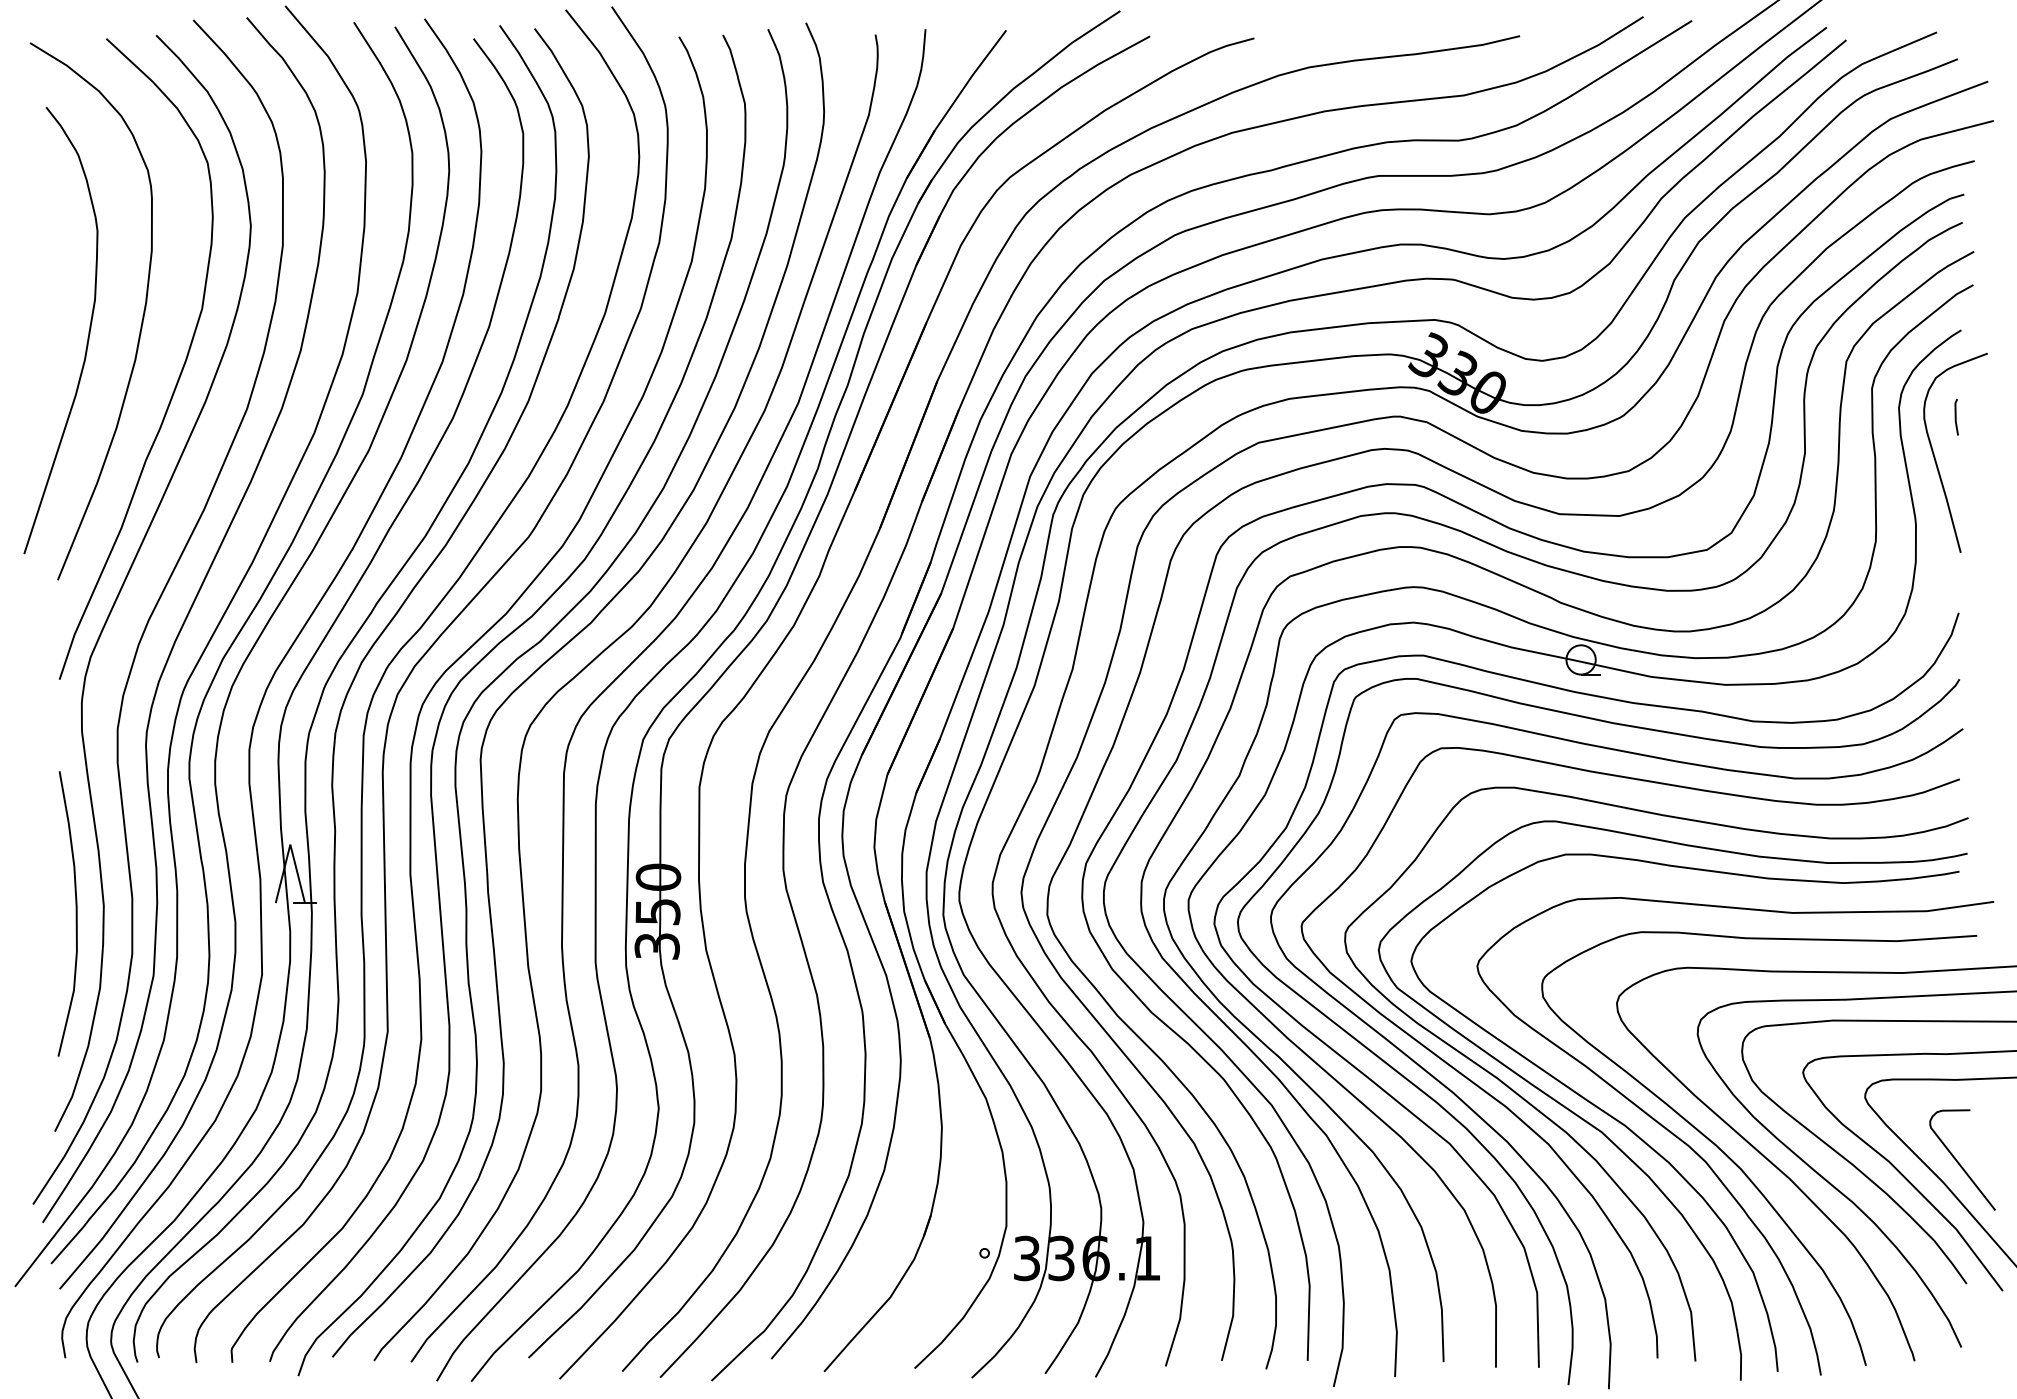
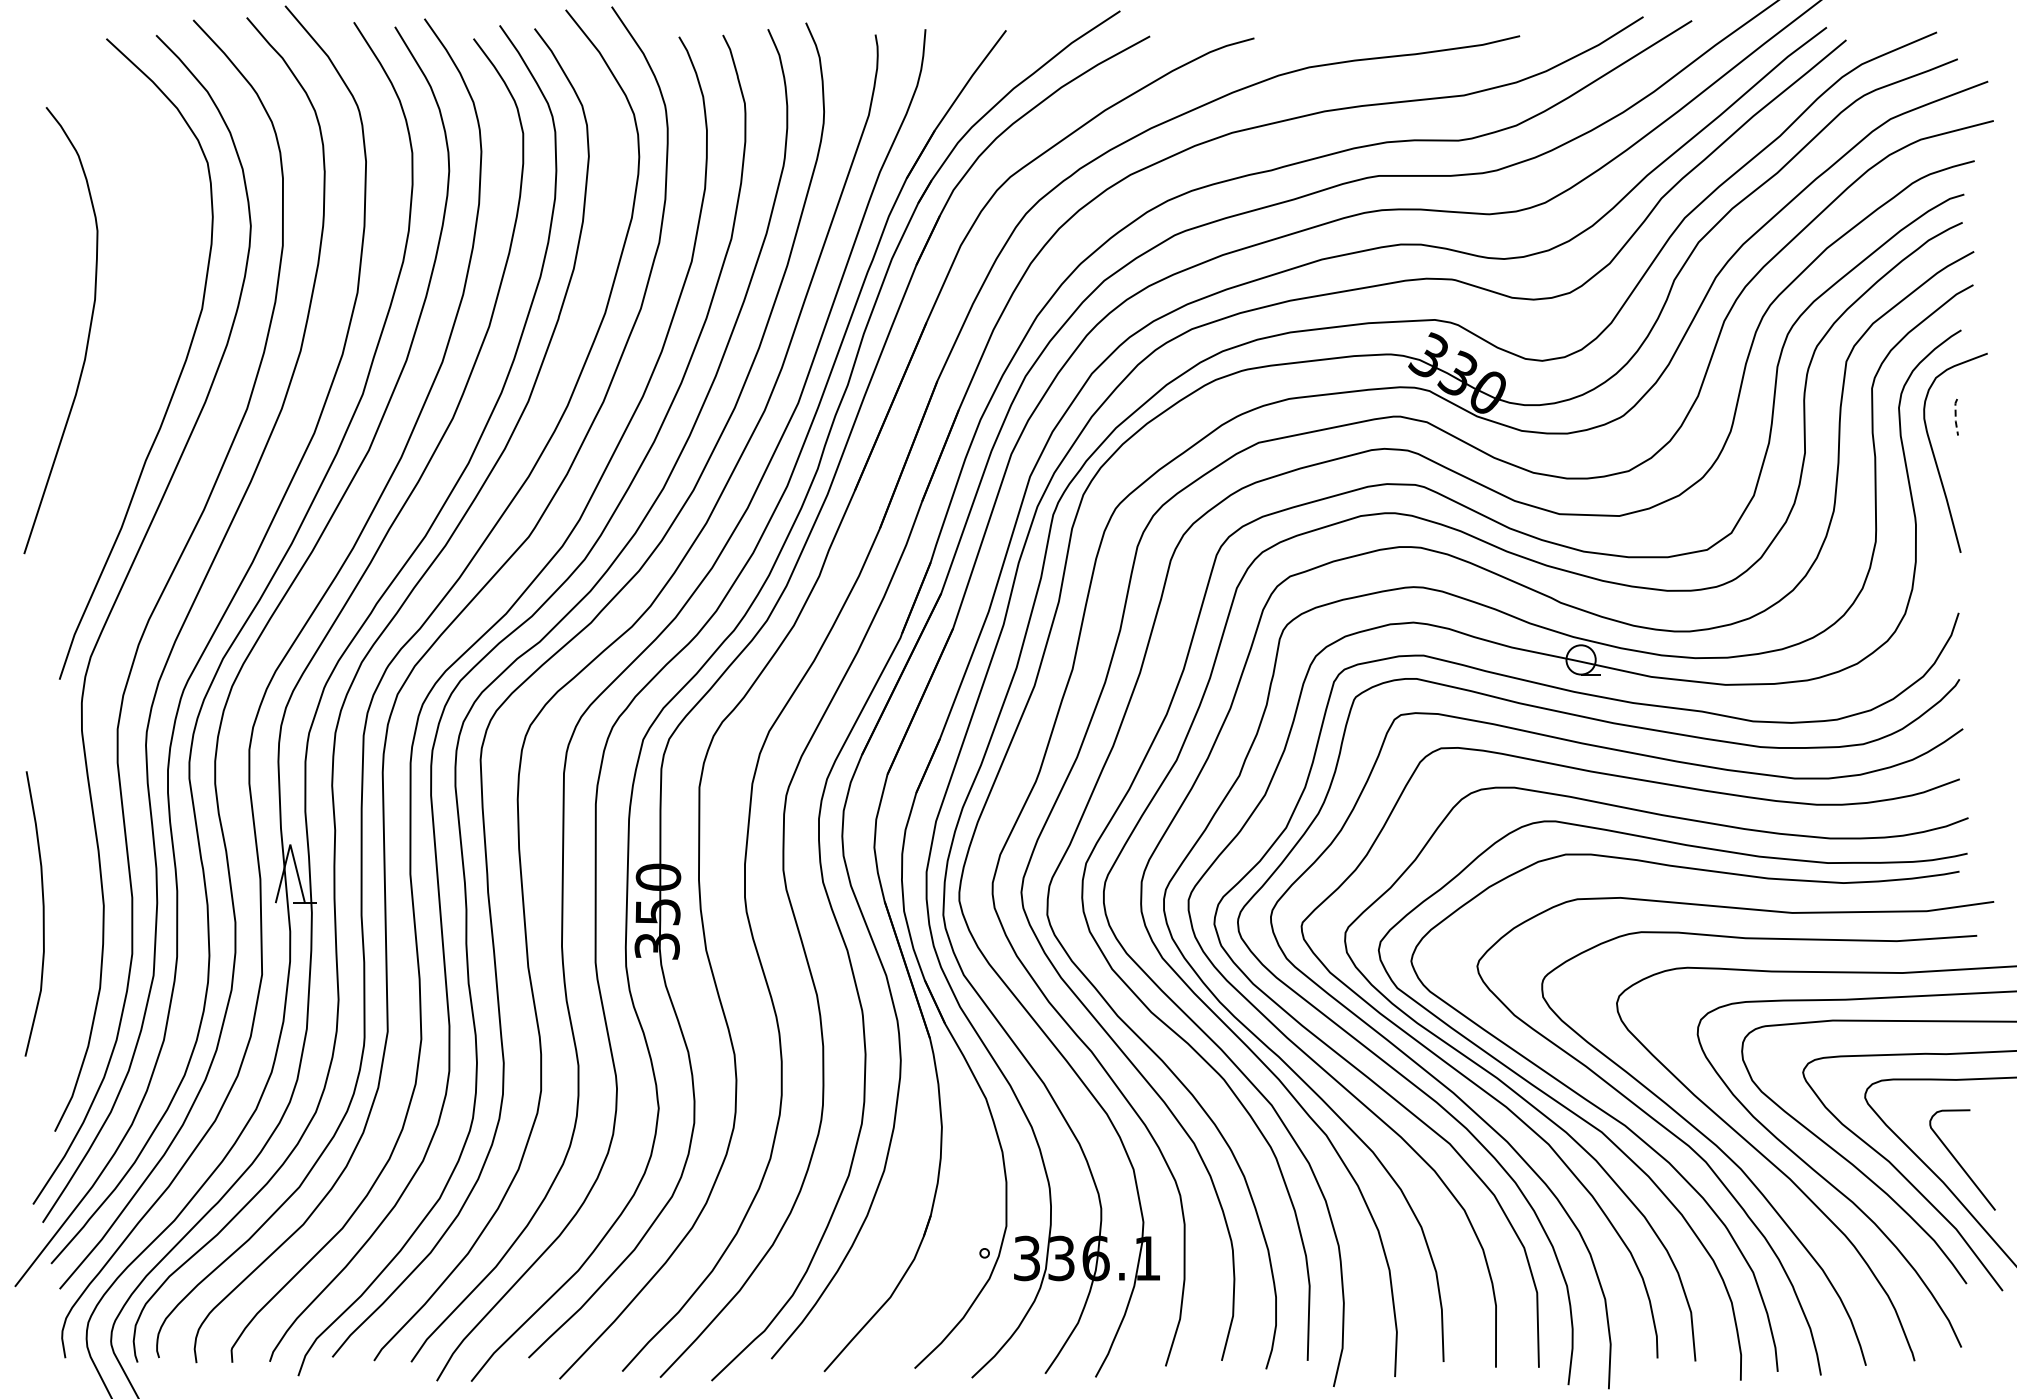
curve at (141, 320): present -> none
line at (1955, 417): solid -> dashed
curve at (75, 913) position: (75, 913) -> (42, 913)
